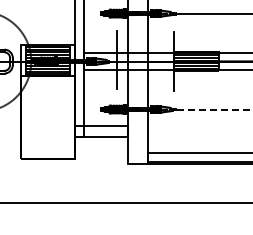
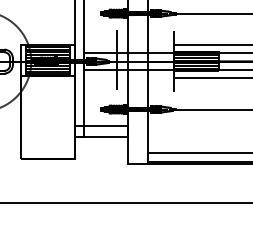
line at (211, 45): none -> present
line at (211, 78): none -> present
line at (214, 109): dashed -> solid
